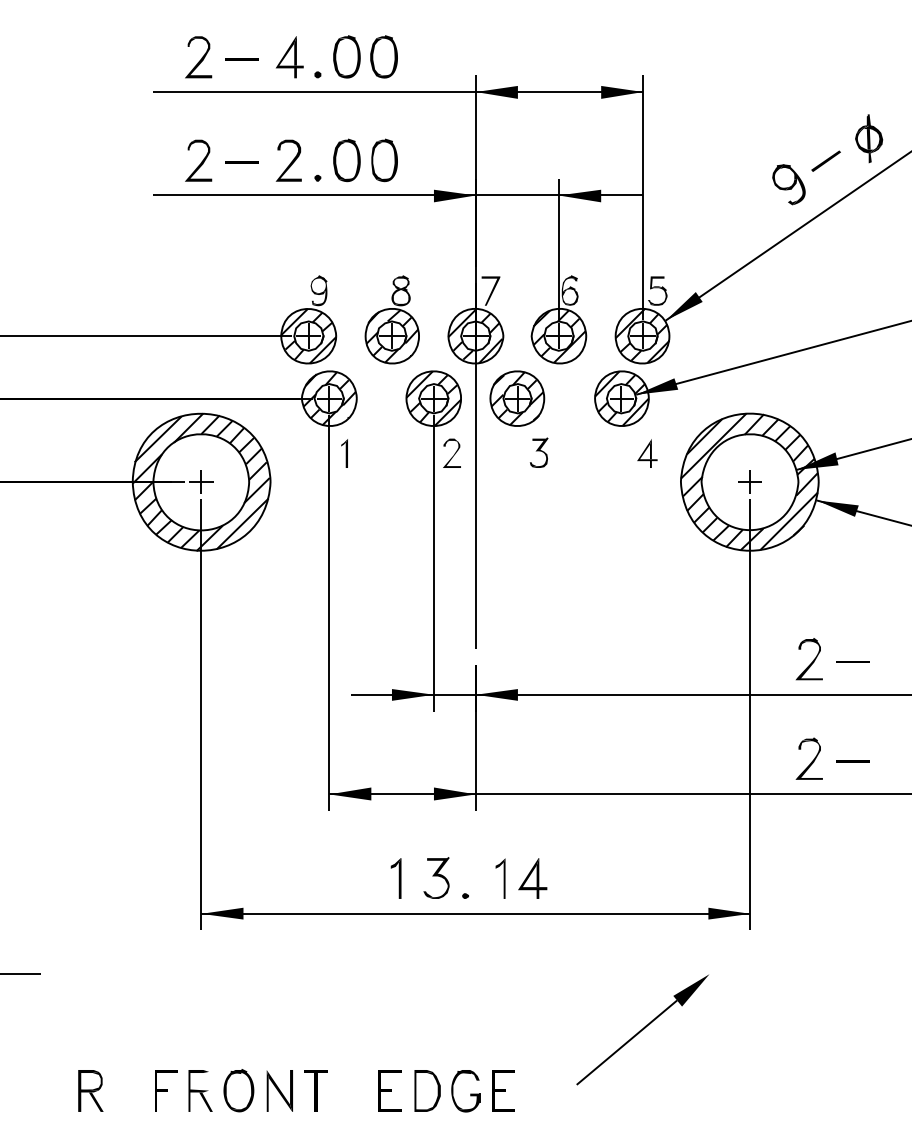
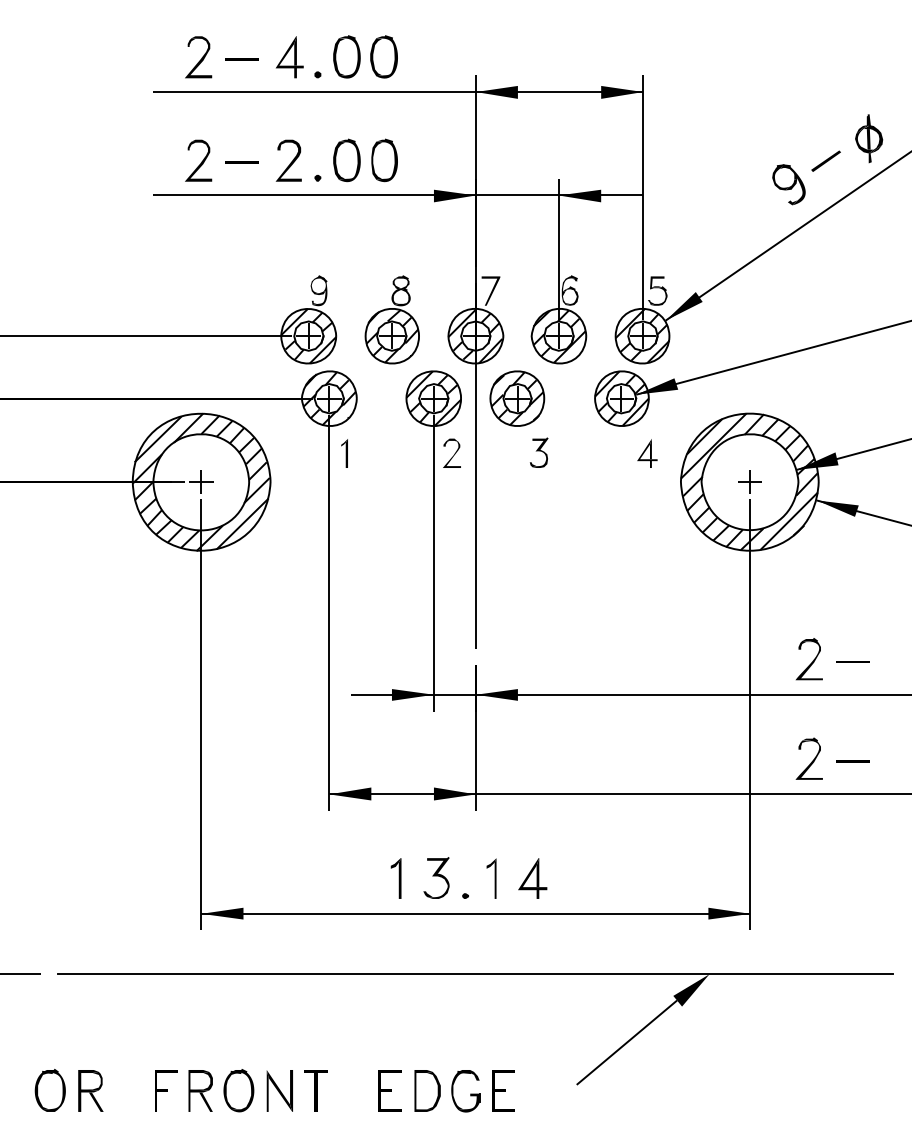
part at (500, 878) position: (500, 878) -> (491, 878)
line at (475, 974): none -> present
fill at (201, 1080): none -> present
part at (49, 1089): none -> present
